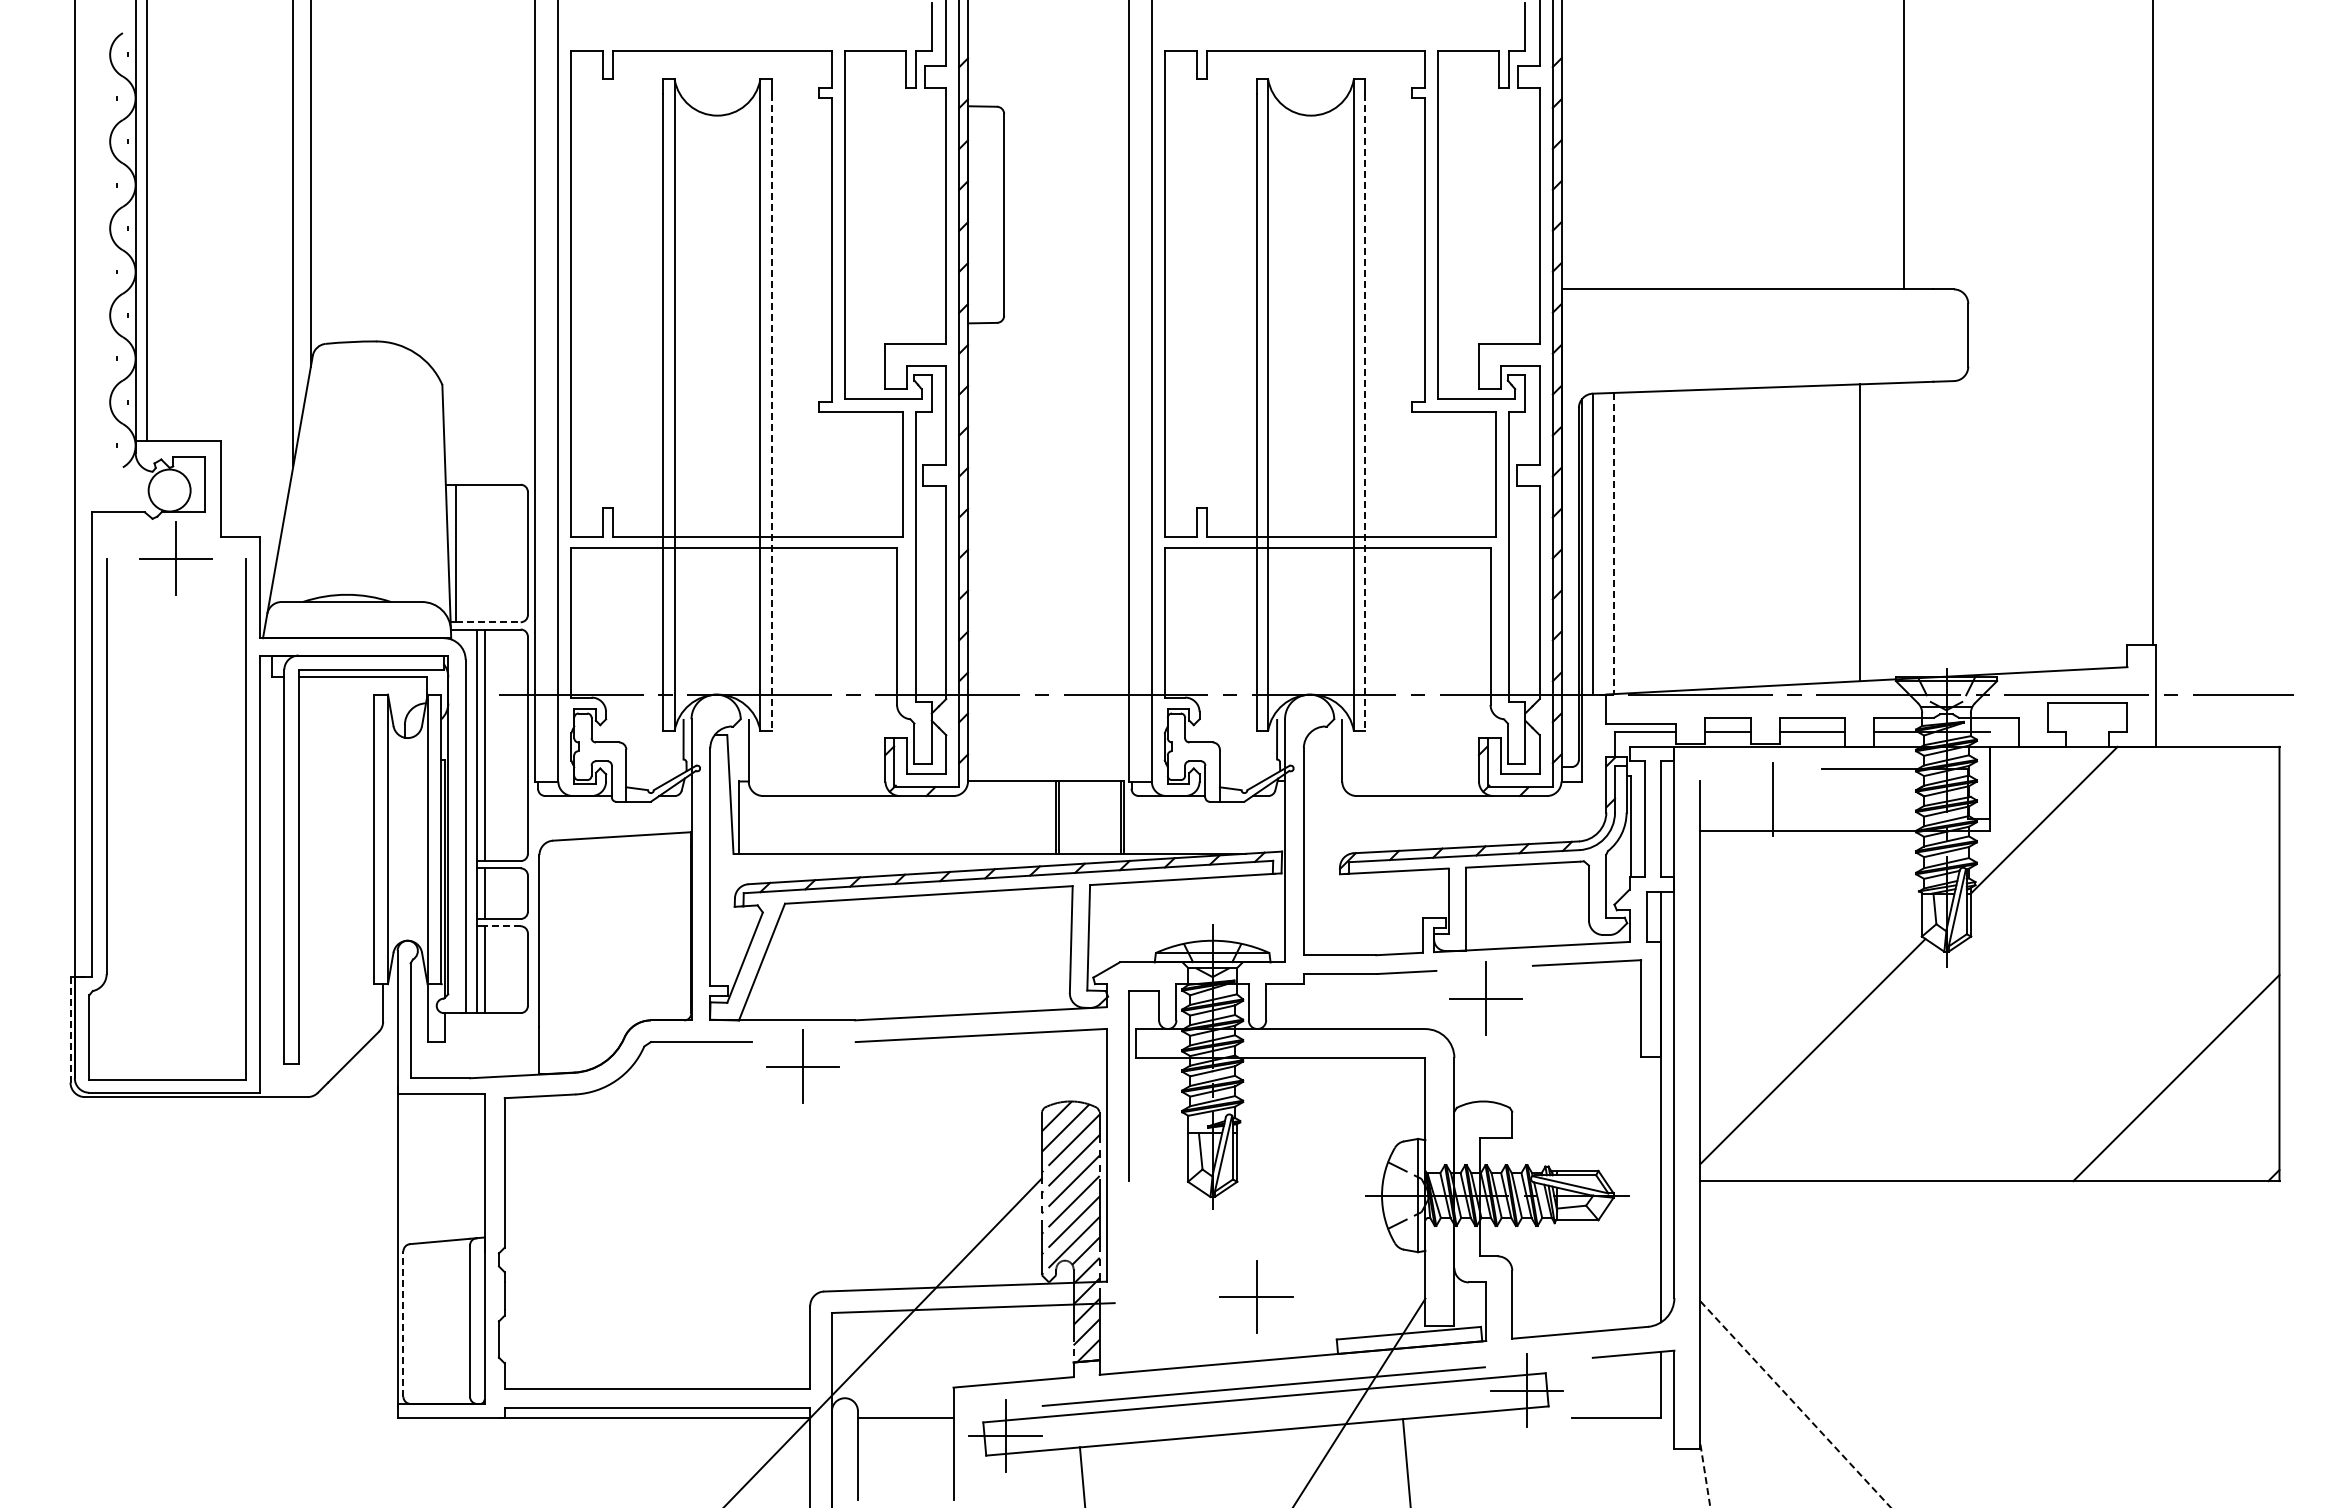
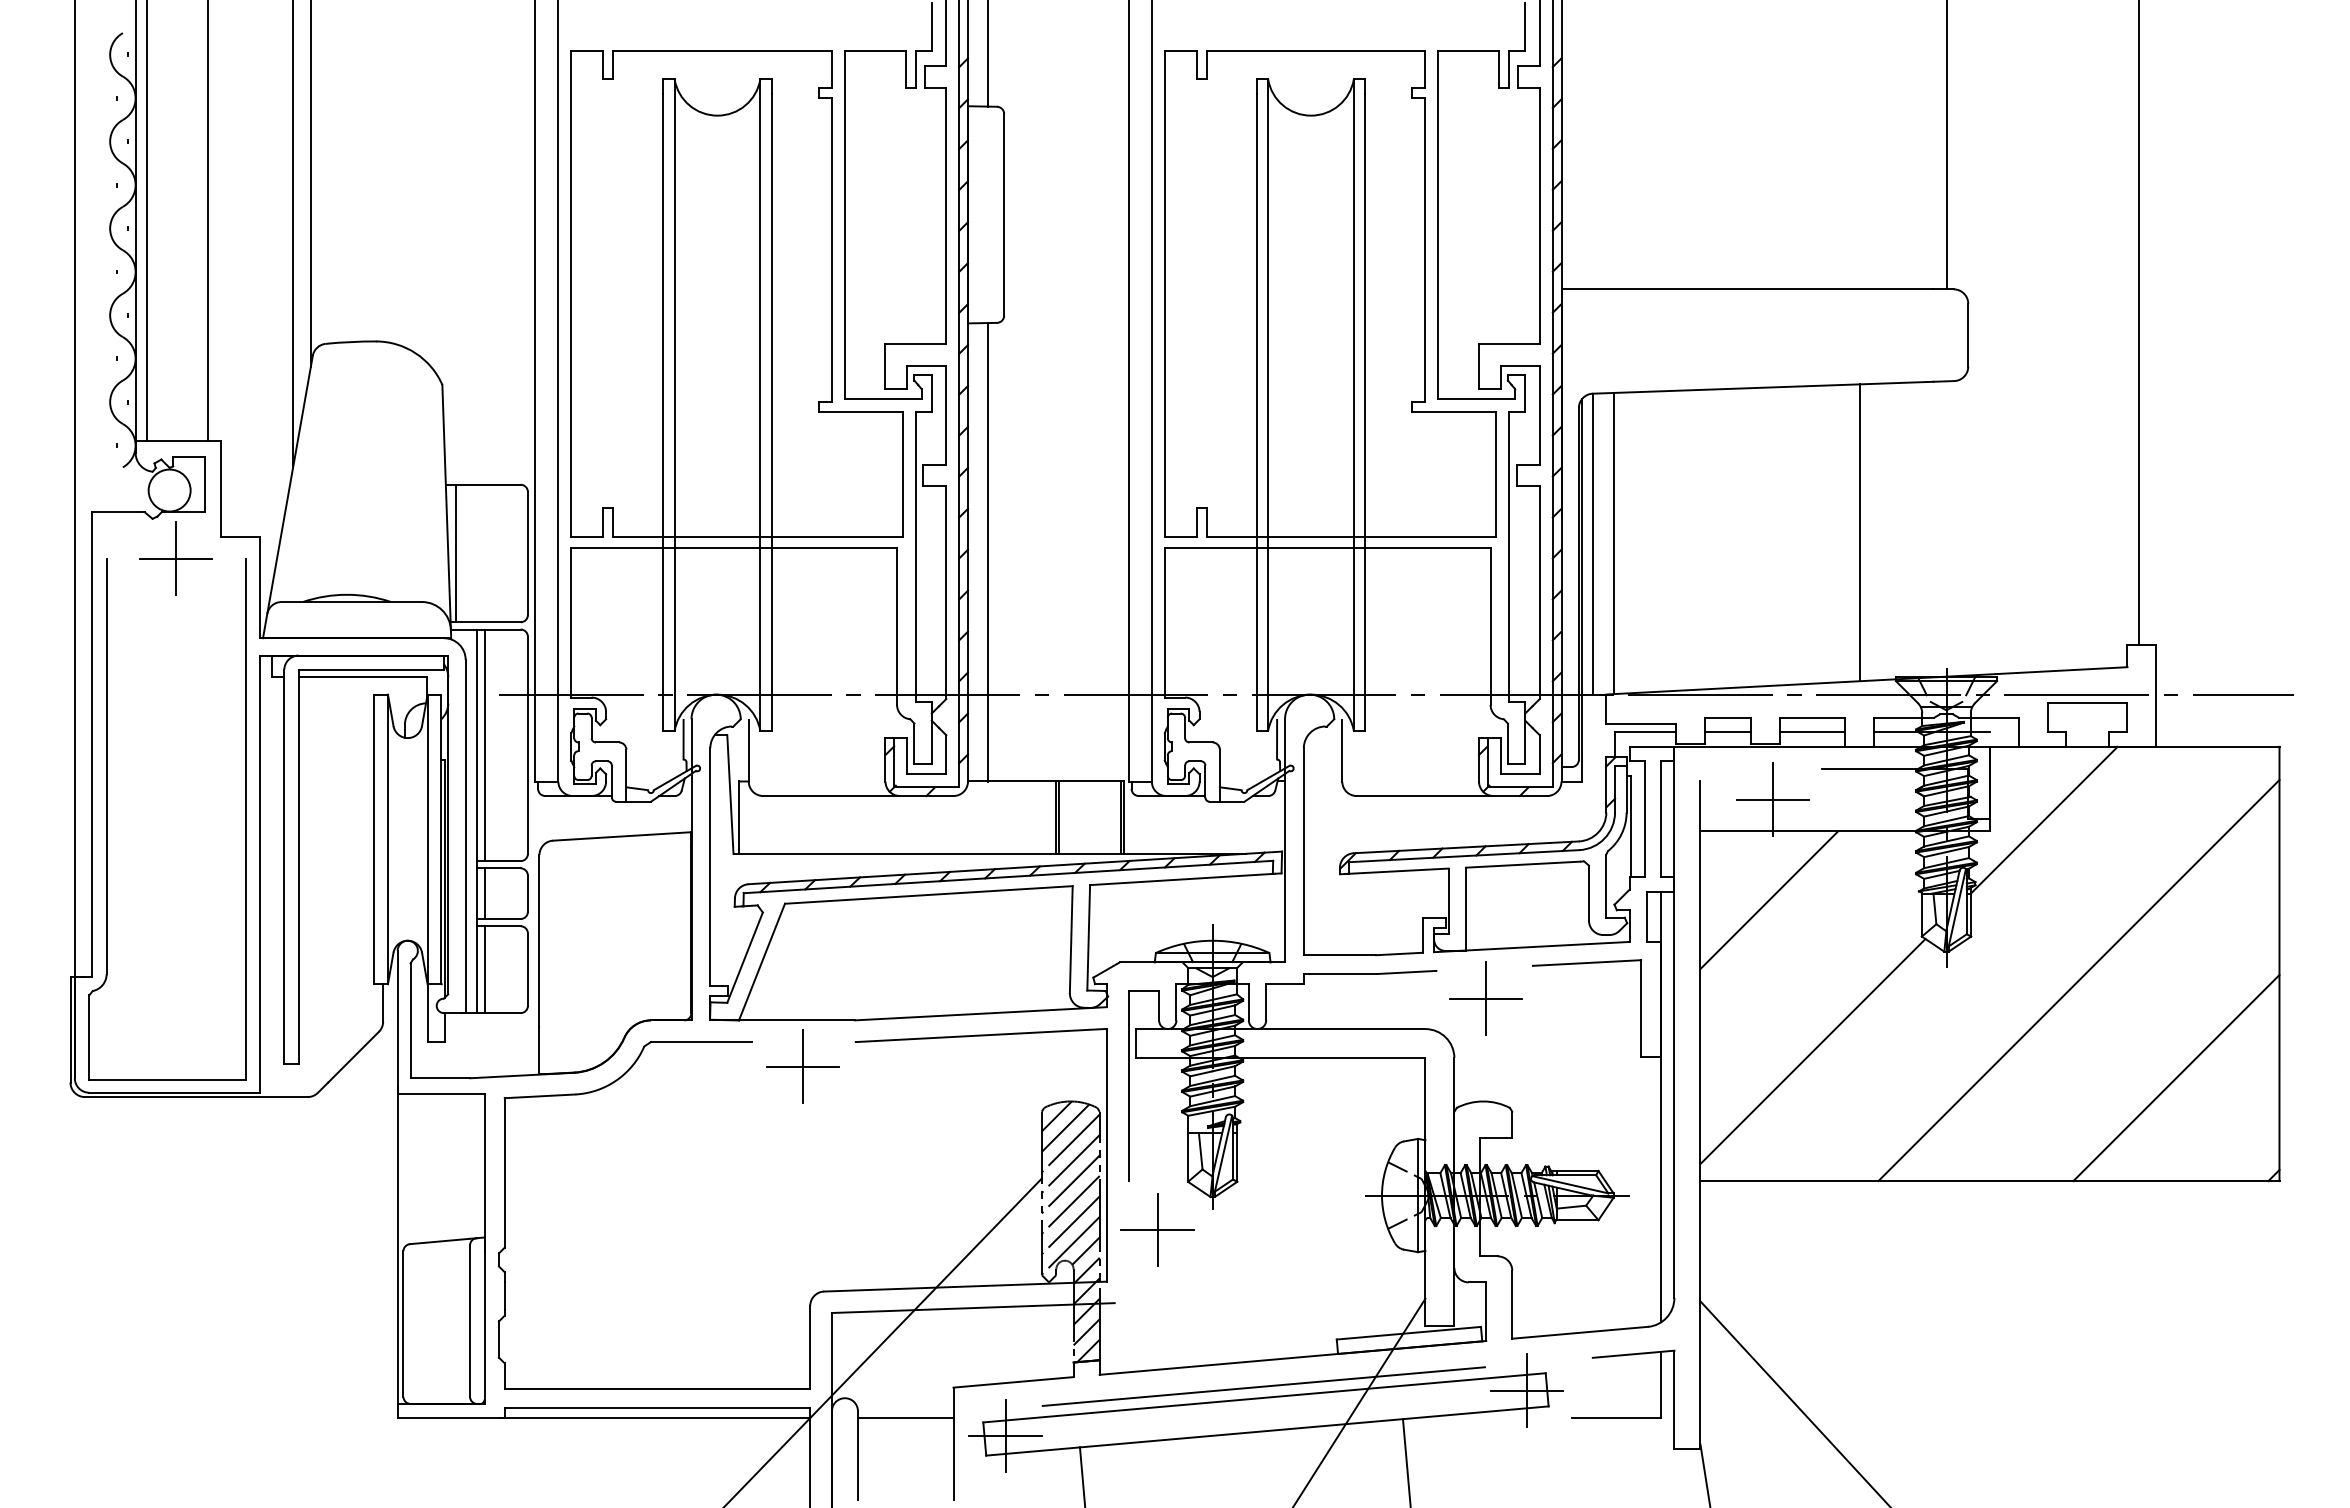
line at (988, 54): none -> present
line at (1903, 145) position: (1903, 145) -> (1946, 145)
line at (208, 221): none -> present
line at (2153, 323) position: (2153, 323) -> (2139, 323)
line at (771, 412): dashed -> solid
line at (1365, 412): dashed -> solid
line at (1613, 543): dashed -> solid
line at (988, 552): none -> present
line at (488, 622): dashed -> solid
line at (1772, 799): none -> present
line at (1769, 900): none -> present
line at (502, 926): dashed -> solid
line at (2078, 980): none -> present
line at (70, 1029): dashed -> solid
part at (1256, 1296) position: (1256, 1296) -> (1157, 1229)
line at (403, 1324): dashed -> solid
line at (1796, 1404): dashed -> solid
line at (1705, 1476): dashed -> solid
